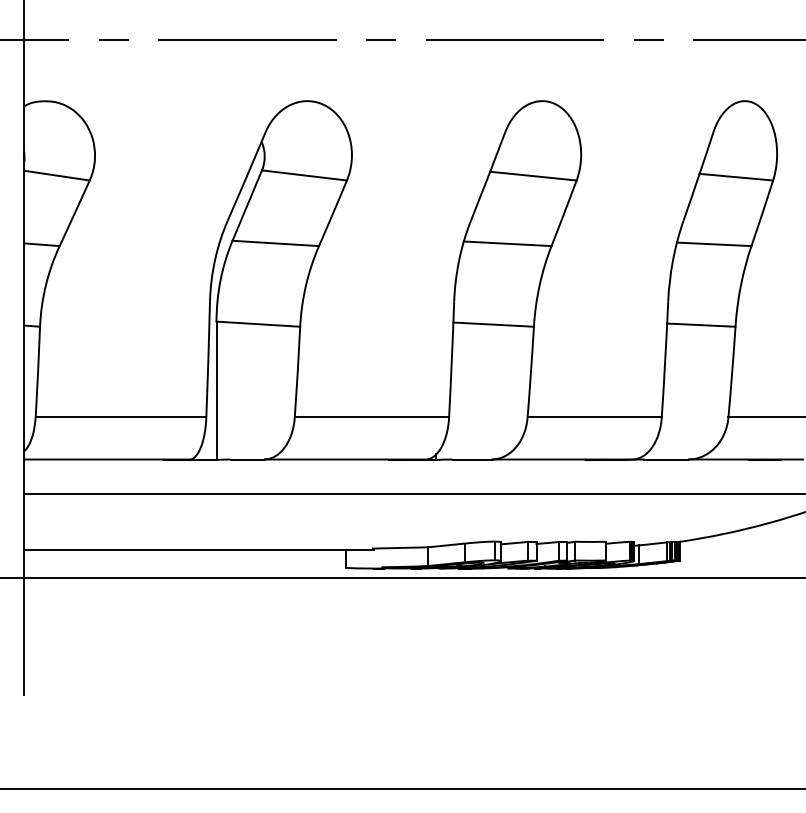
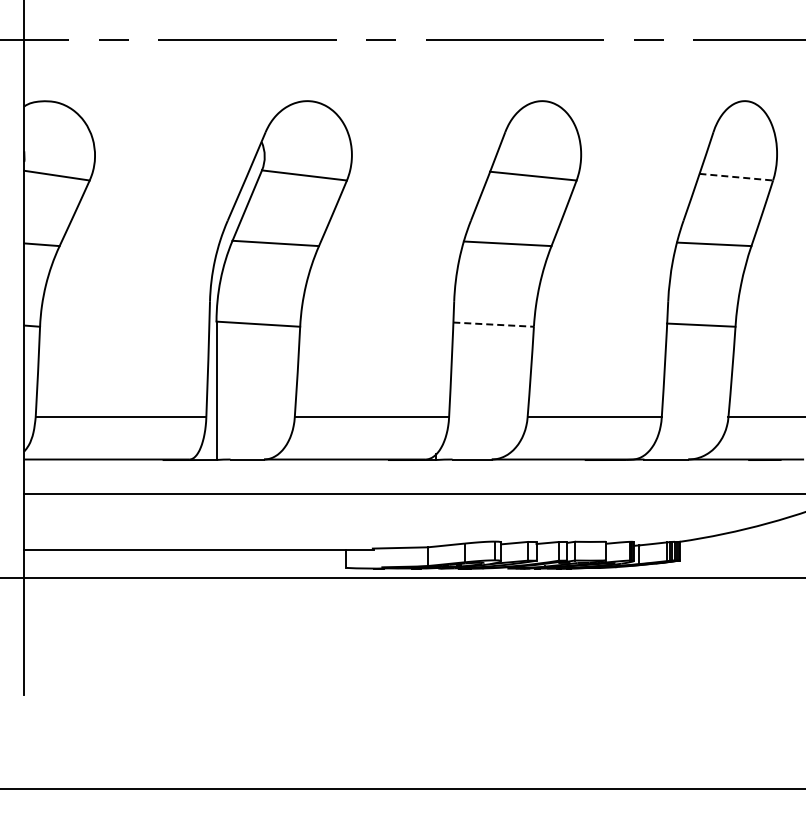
line at (736, 177): solid -> dashed
line at (494, 324): solid -> dashed
